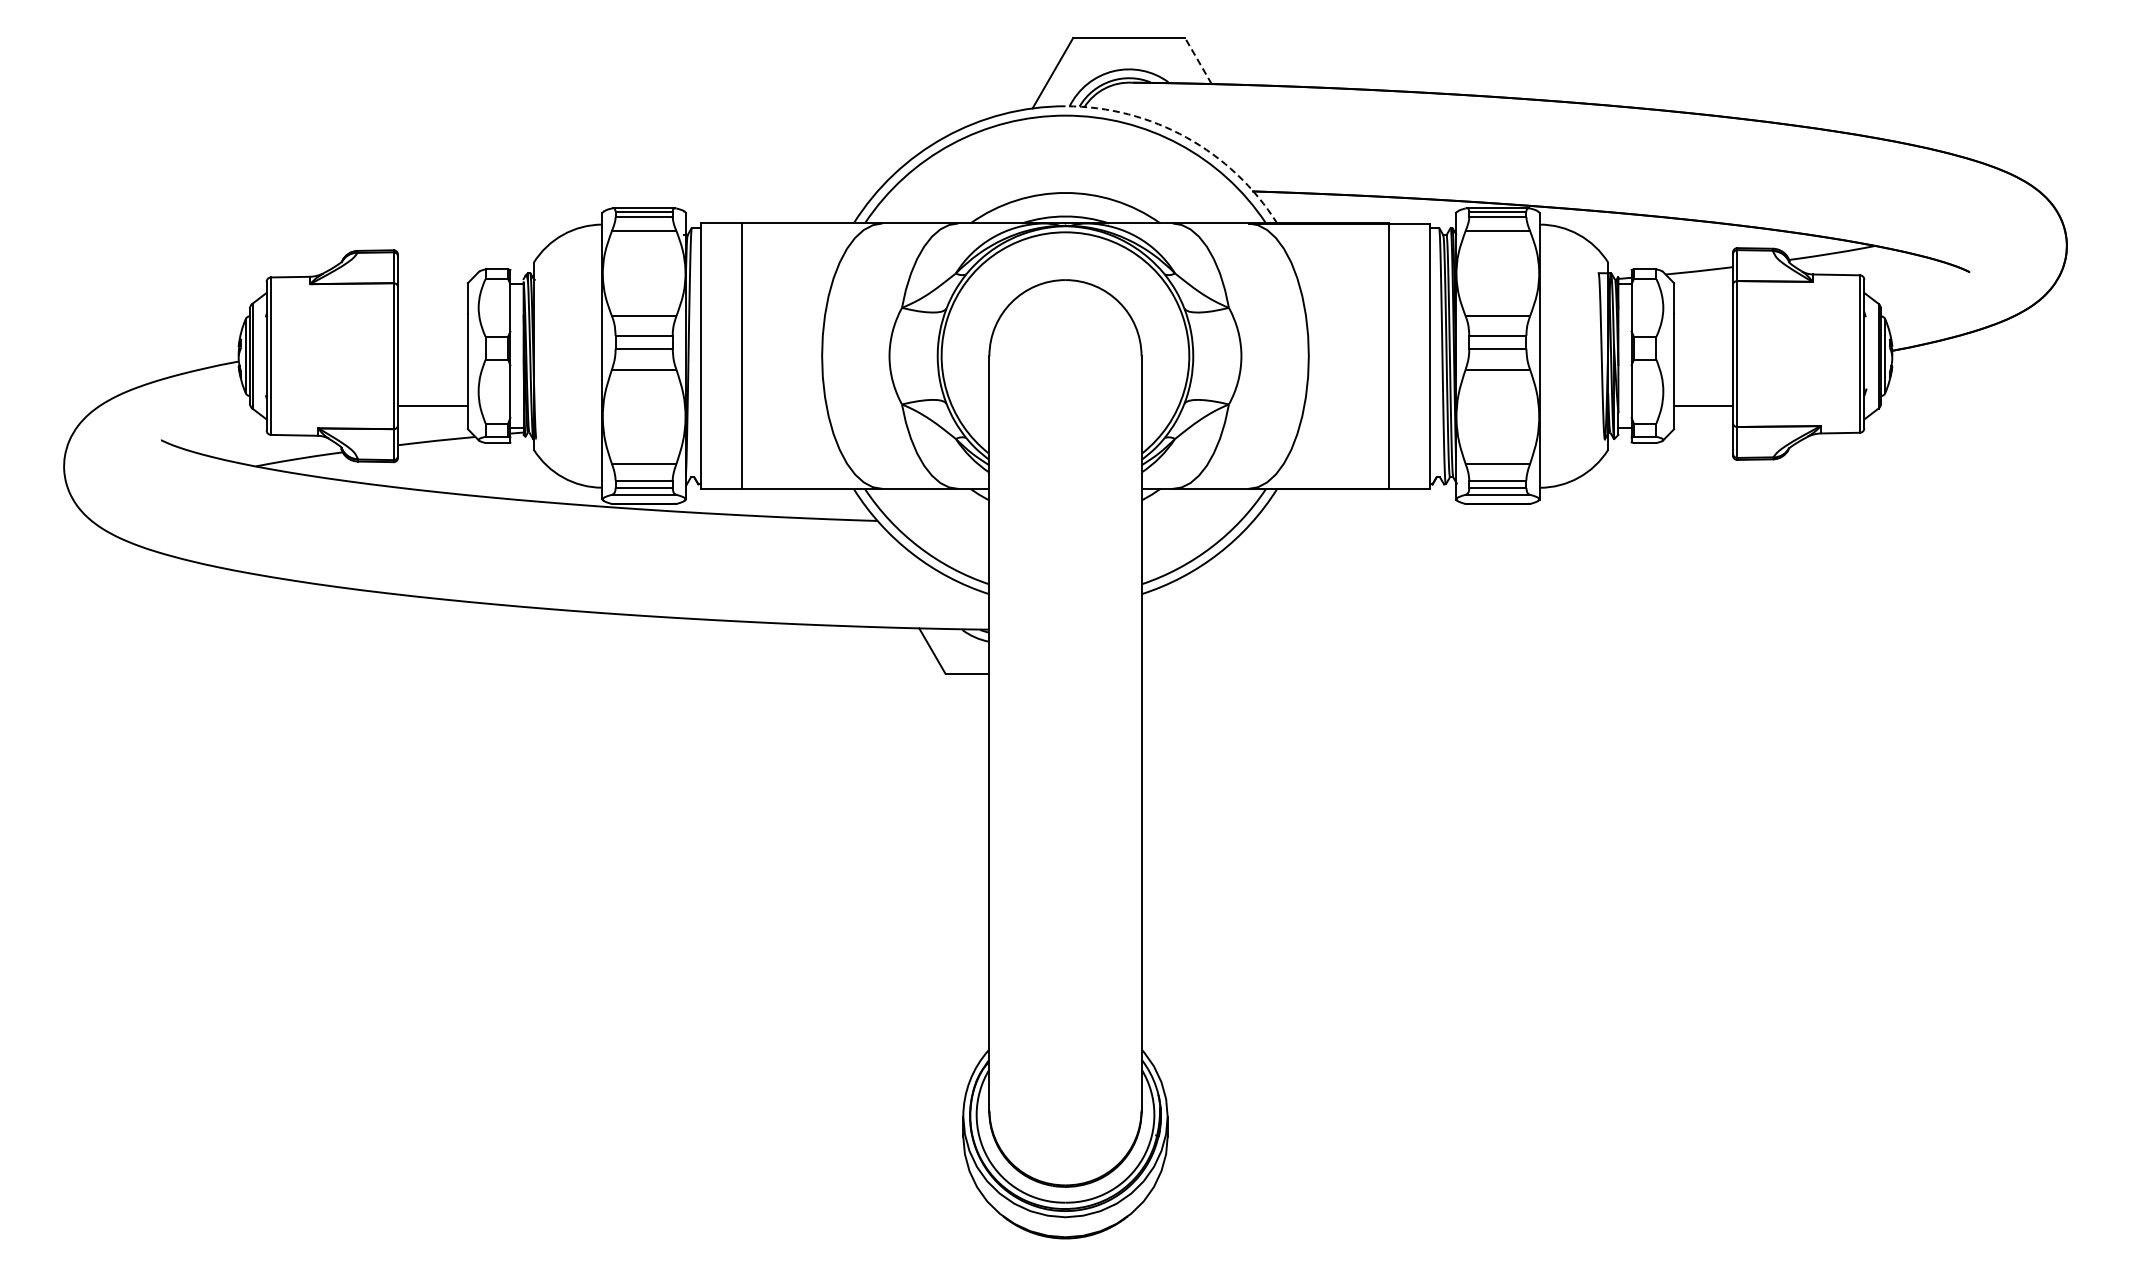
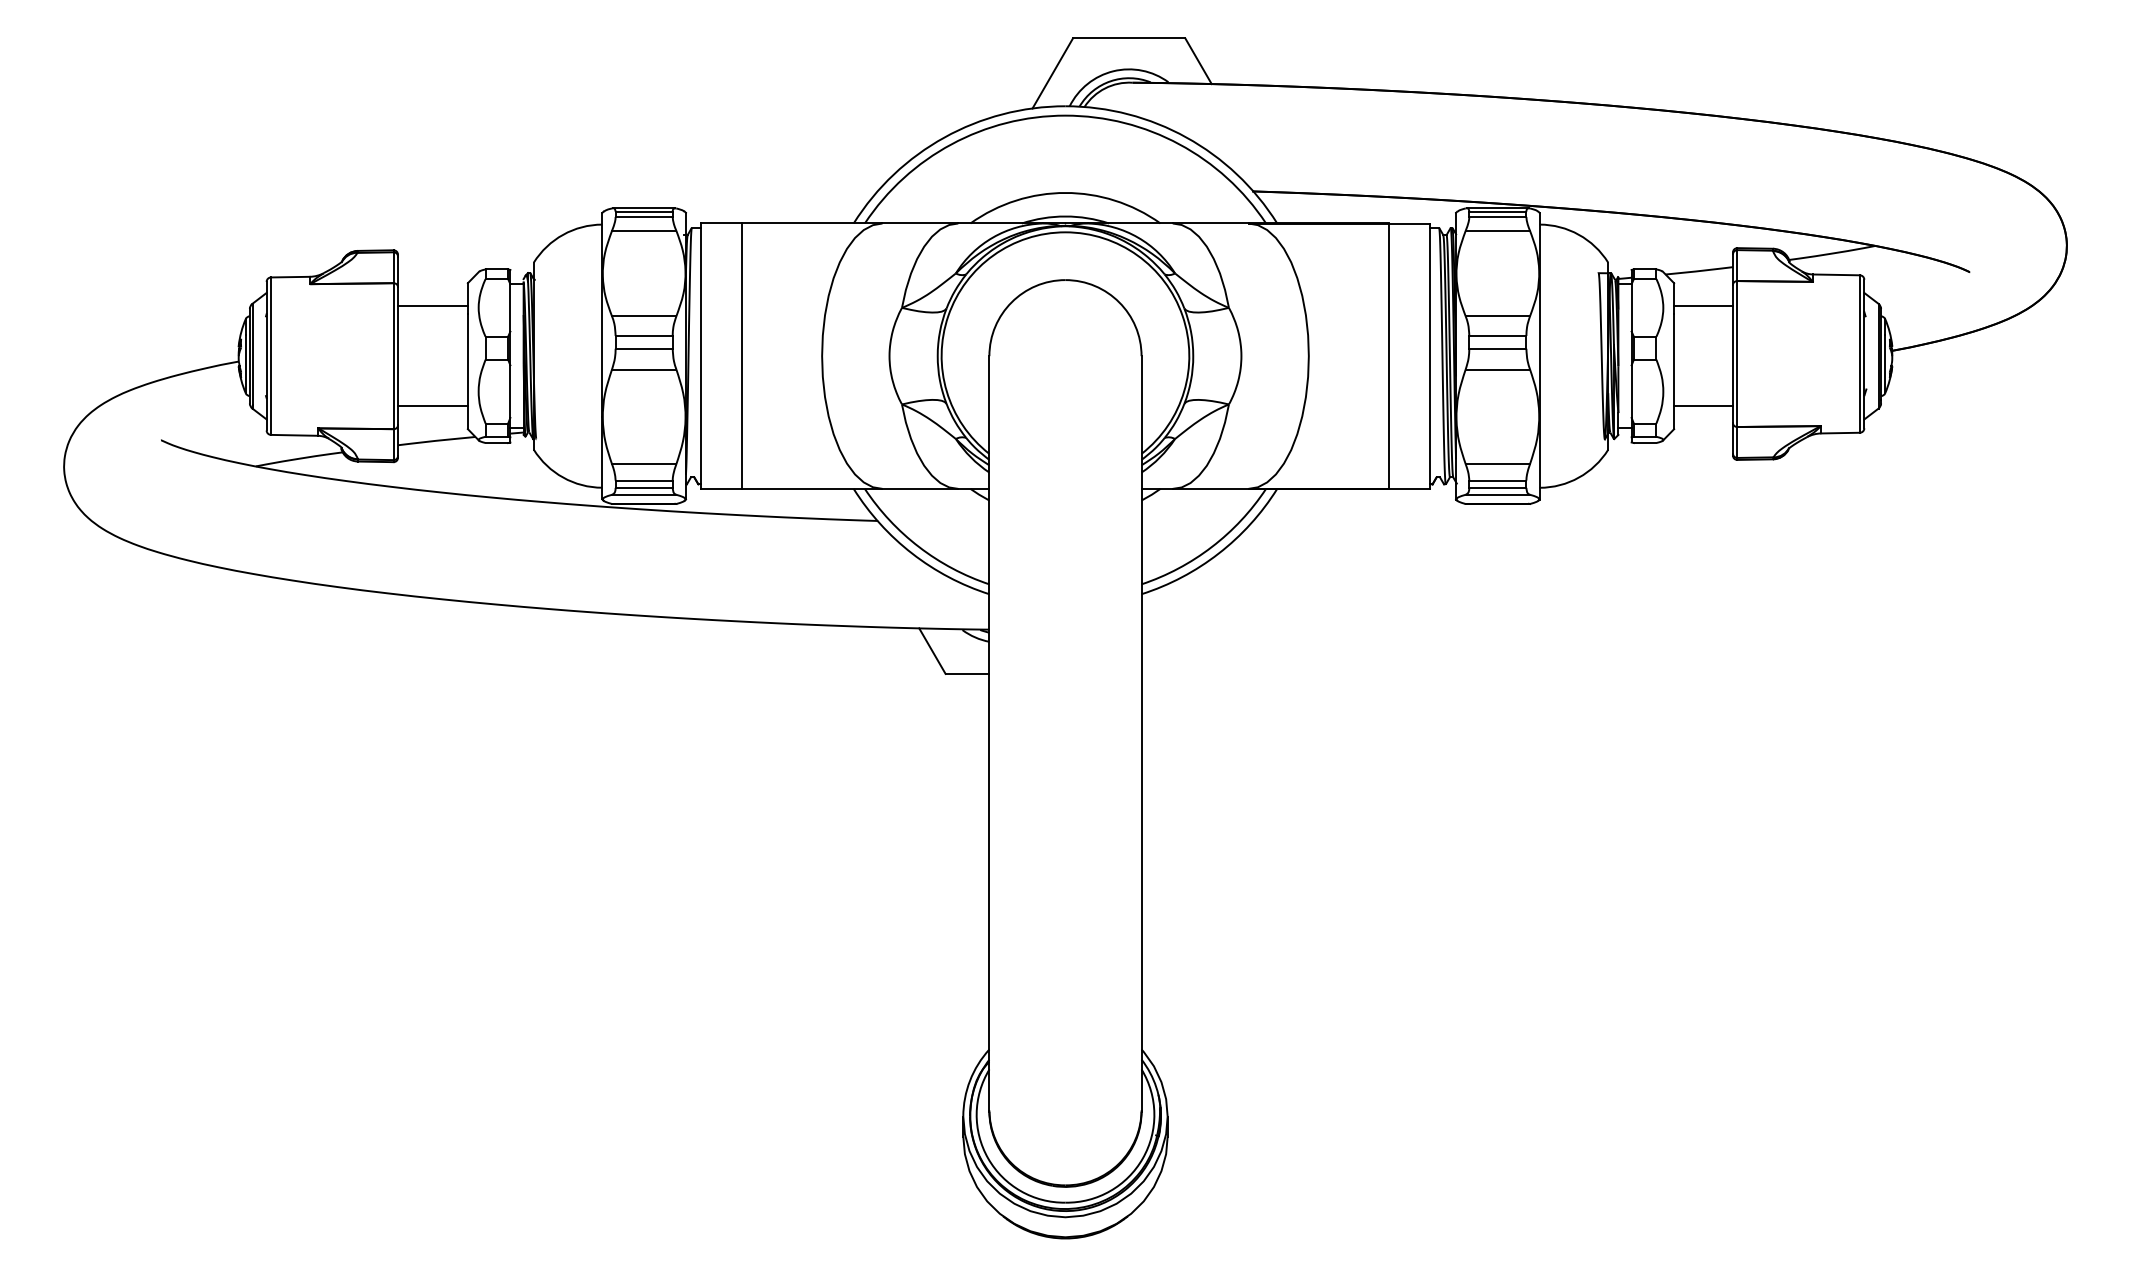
line at (1198, 60): dashed -> solid
arc at (1186, 137): dashed -> solid
line at (432, 306): none -> present
line at (1703, 306): none -> present
